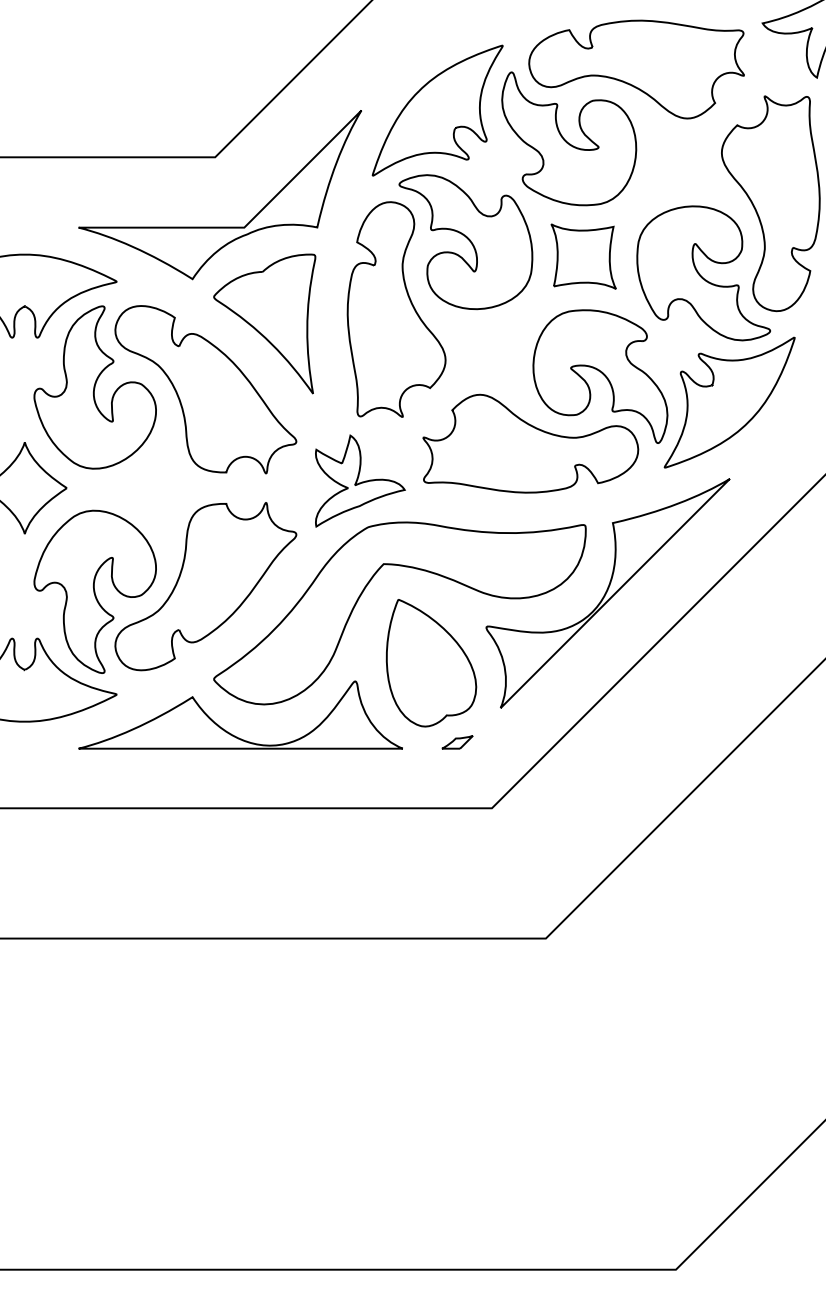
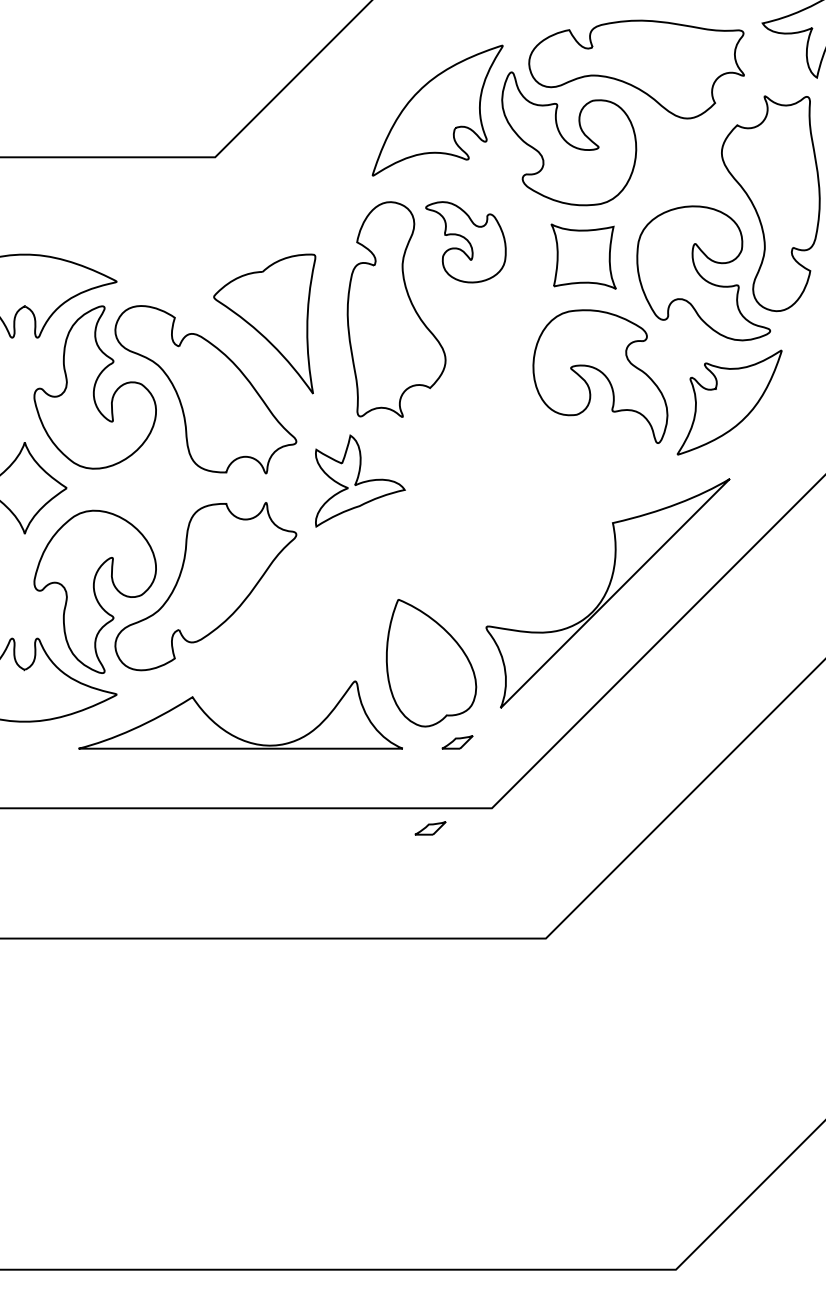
part at (219, 226): present -> none
part at (465, 242) size: 136x137 px -> 82x83 px
part at (729, 402) size: 133x133 px -> 107x107 px
part at (530, 443): present -> none
part at (362, 594): present -> none
part at (430, 828): none -> present
